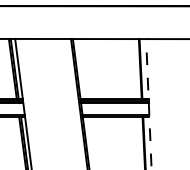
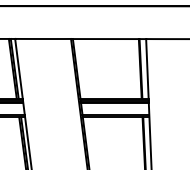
line at (148, 103): dashed -> solid
